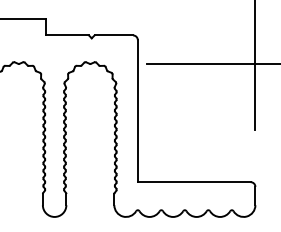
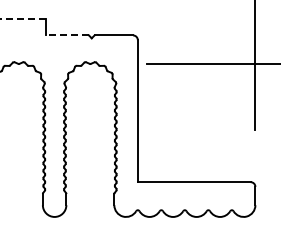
line at (22, 19): solid -> dashed
line at (67, 35): solid -> dashed
